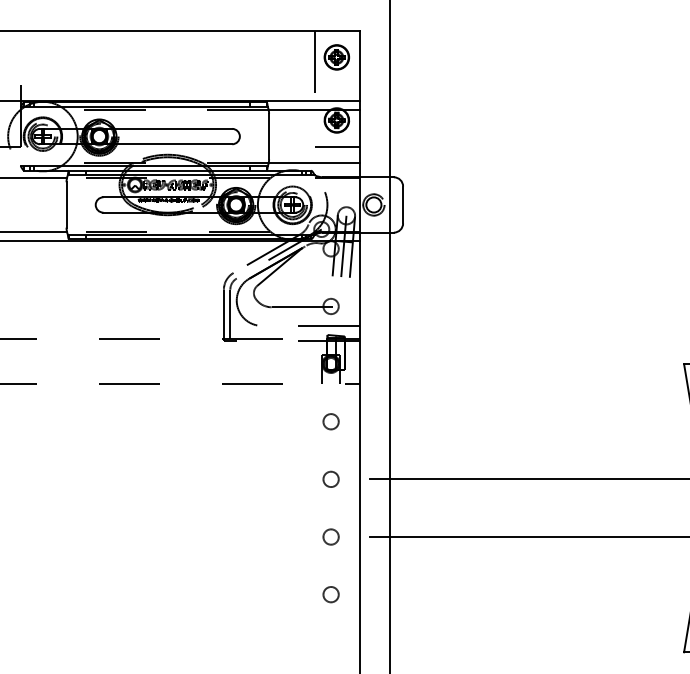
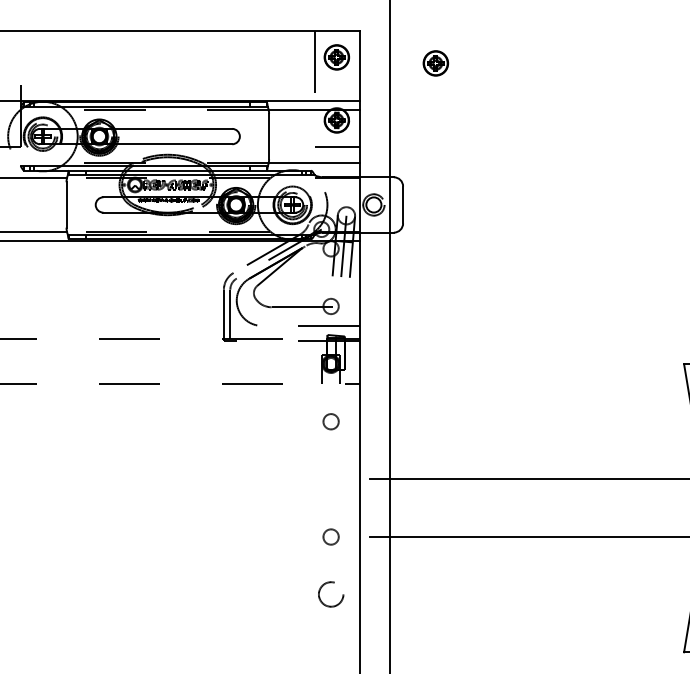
part at (435, 63): none -> present
circle at (330, 478): present -> none
circle at (330, 594) size: 18x18 px -> 27x27 px
